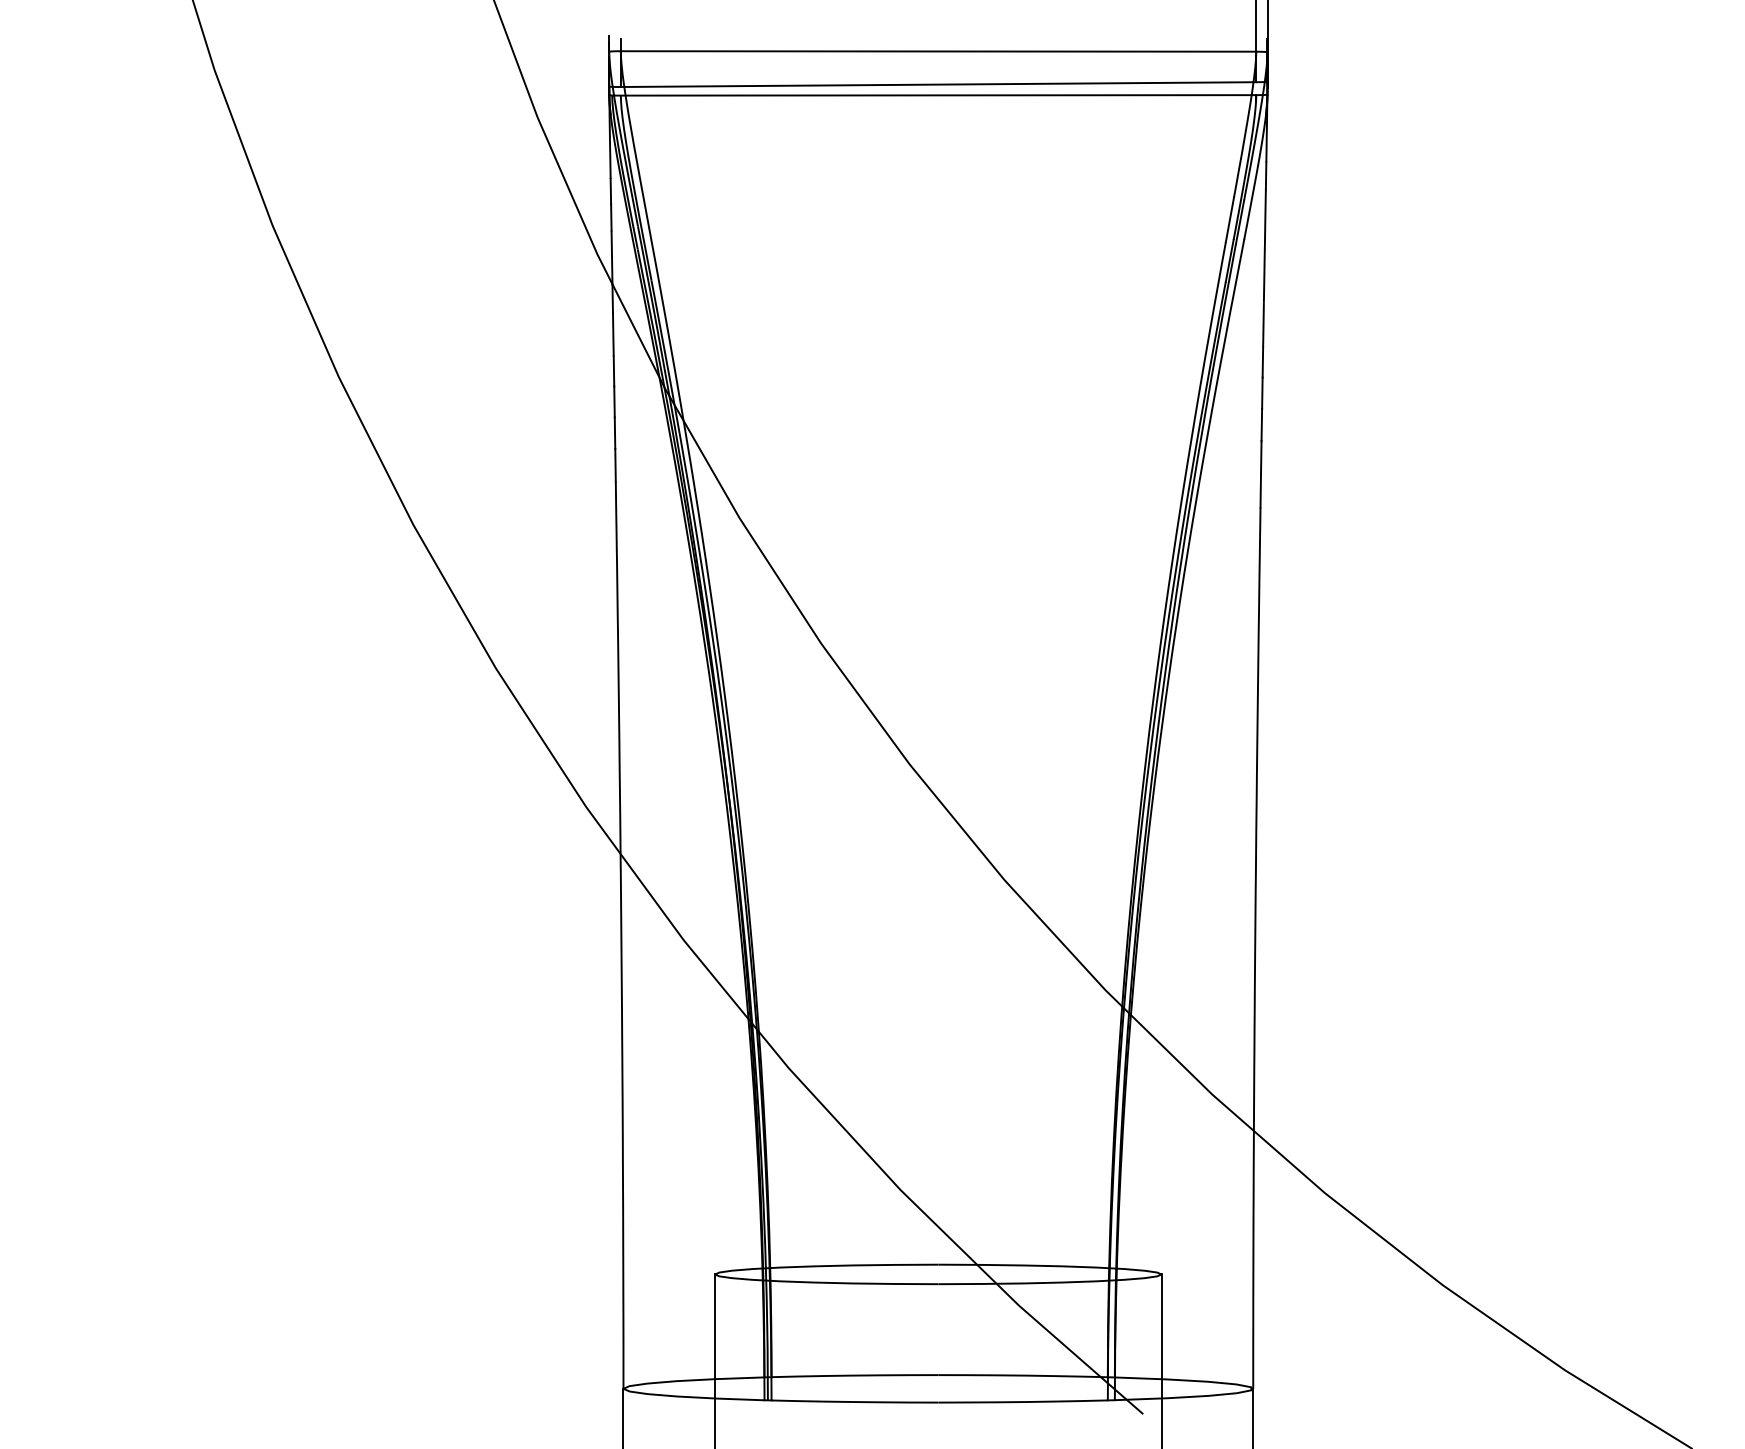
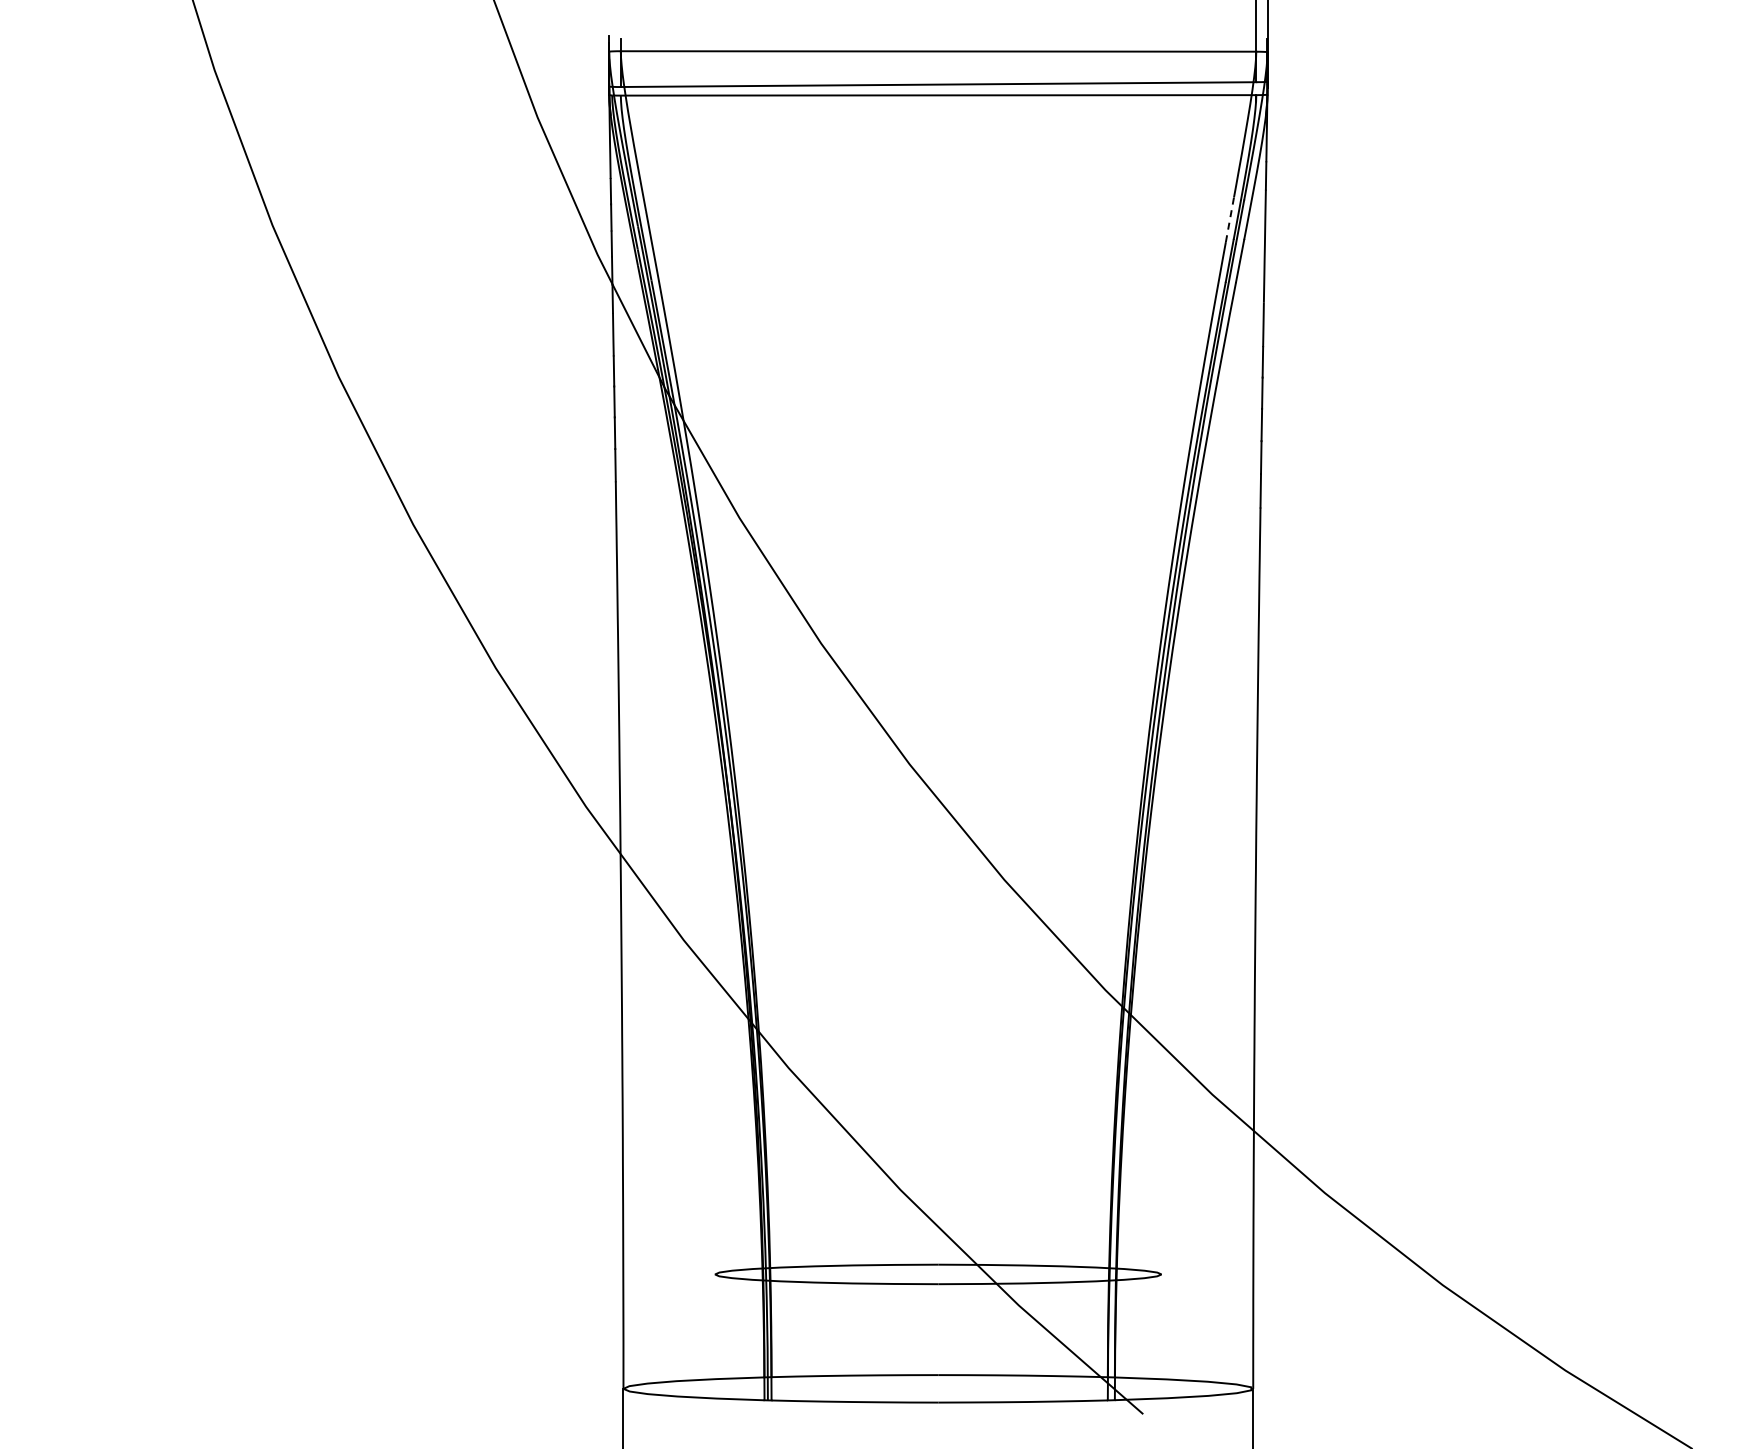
line at (1229, 219): solid -> dashed
line at (715, 1359): present -> none
line at (1161, 1359): present -> none
